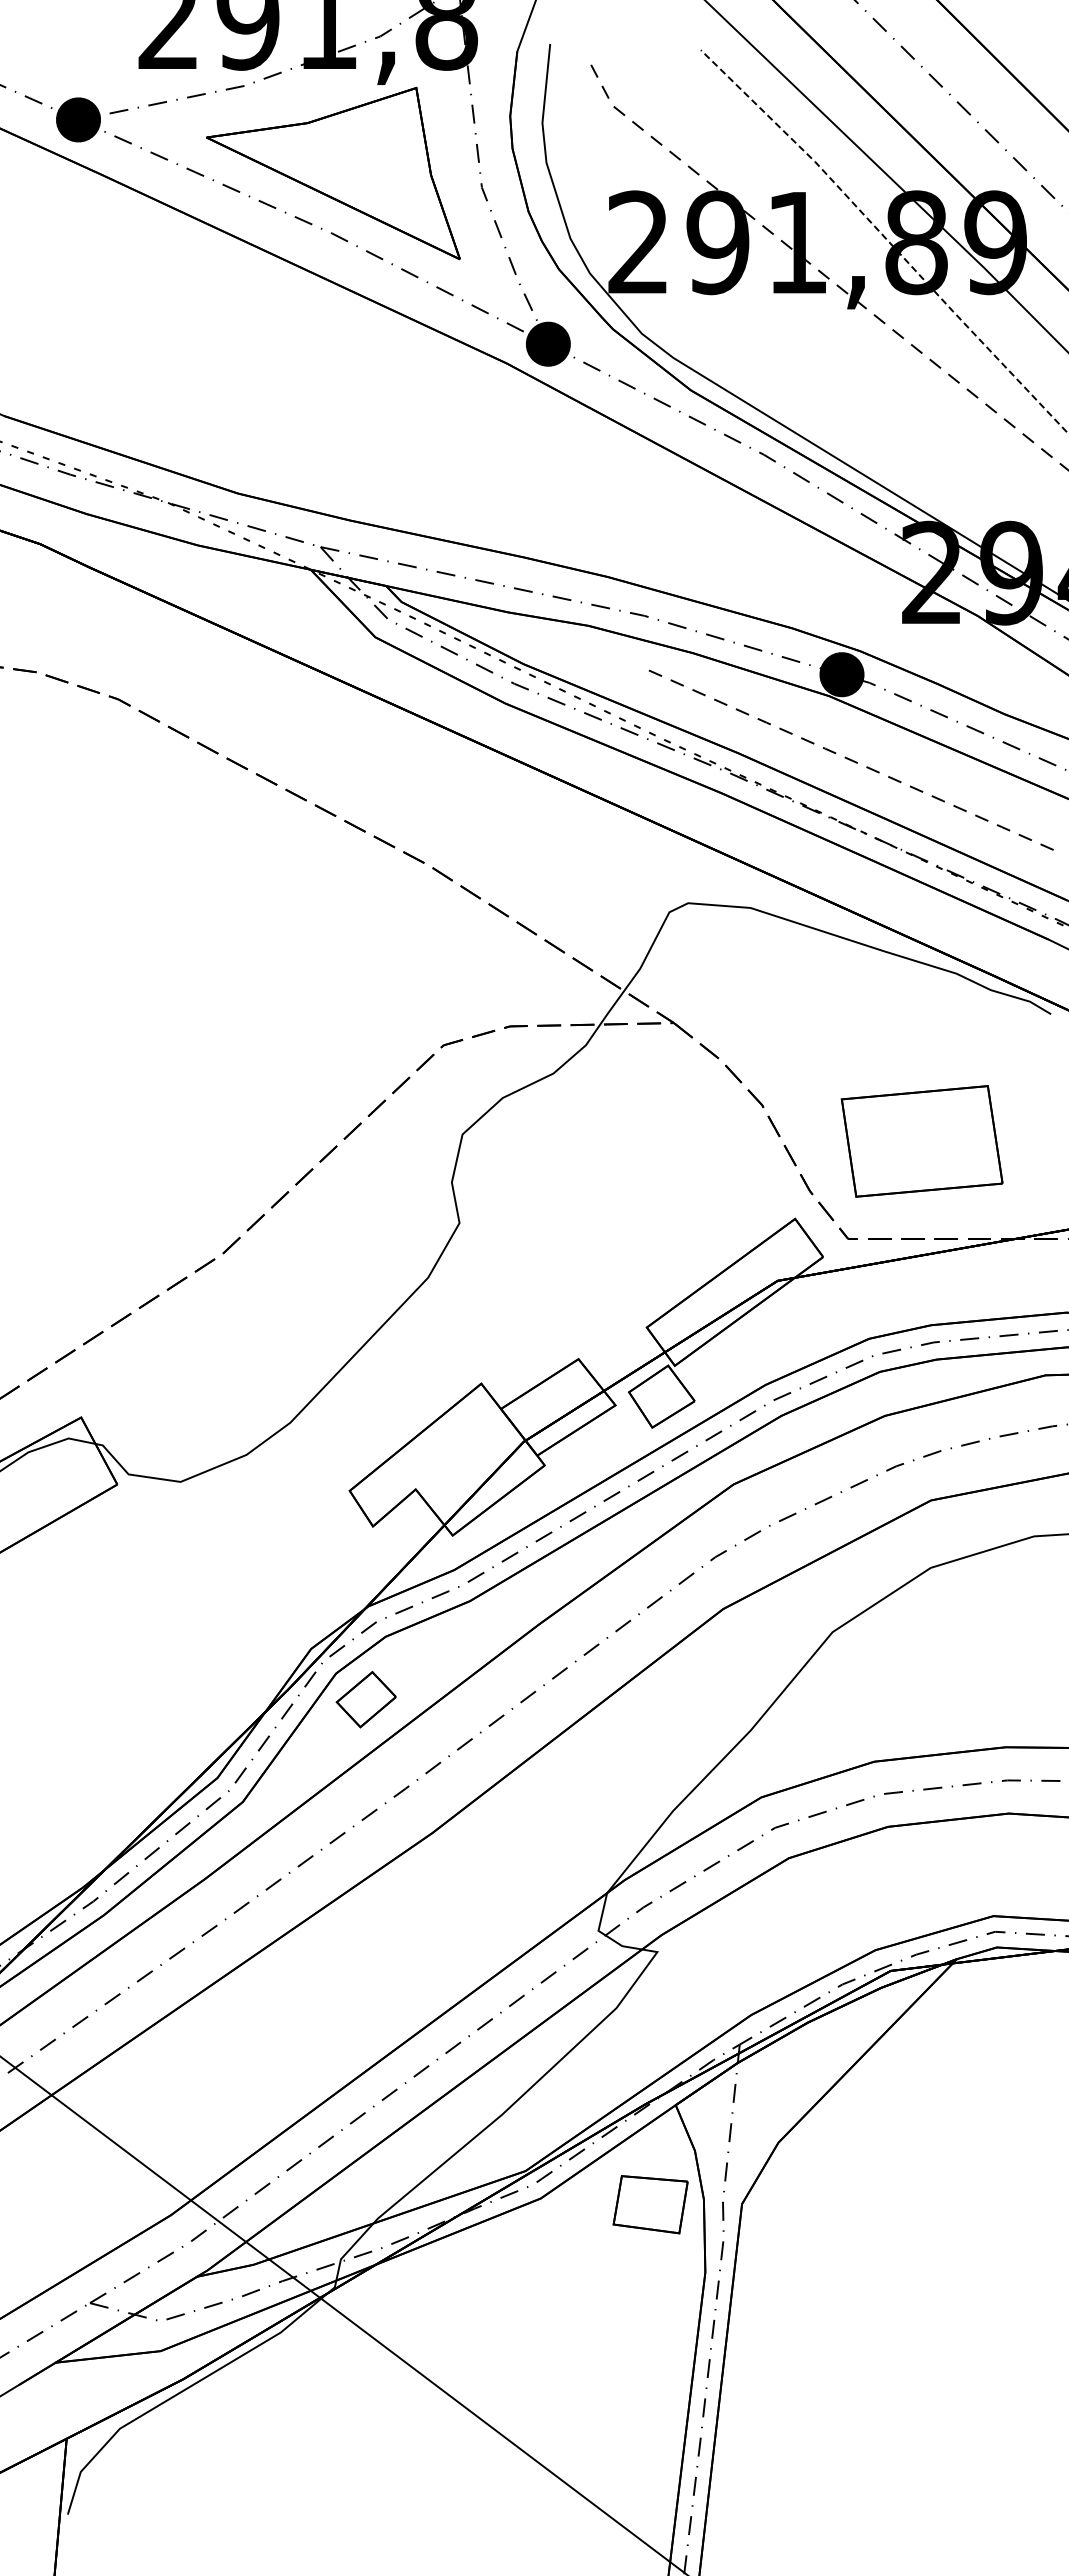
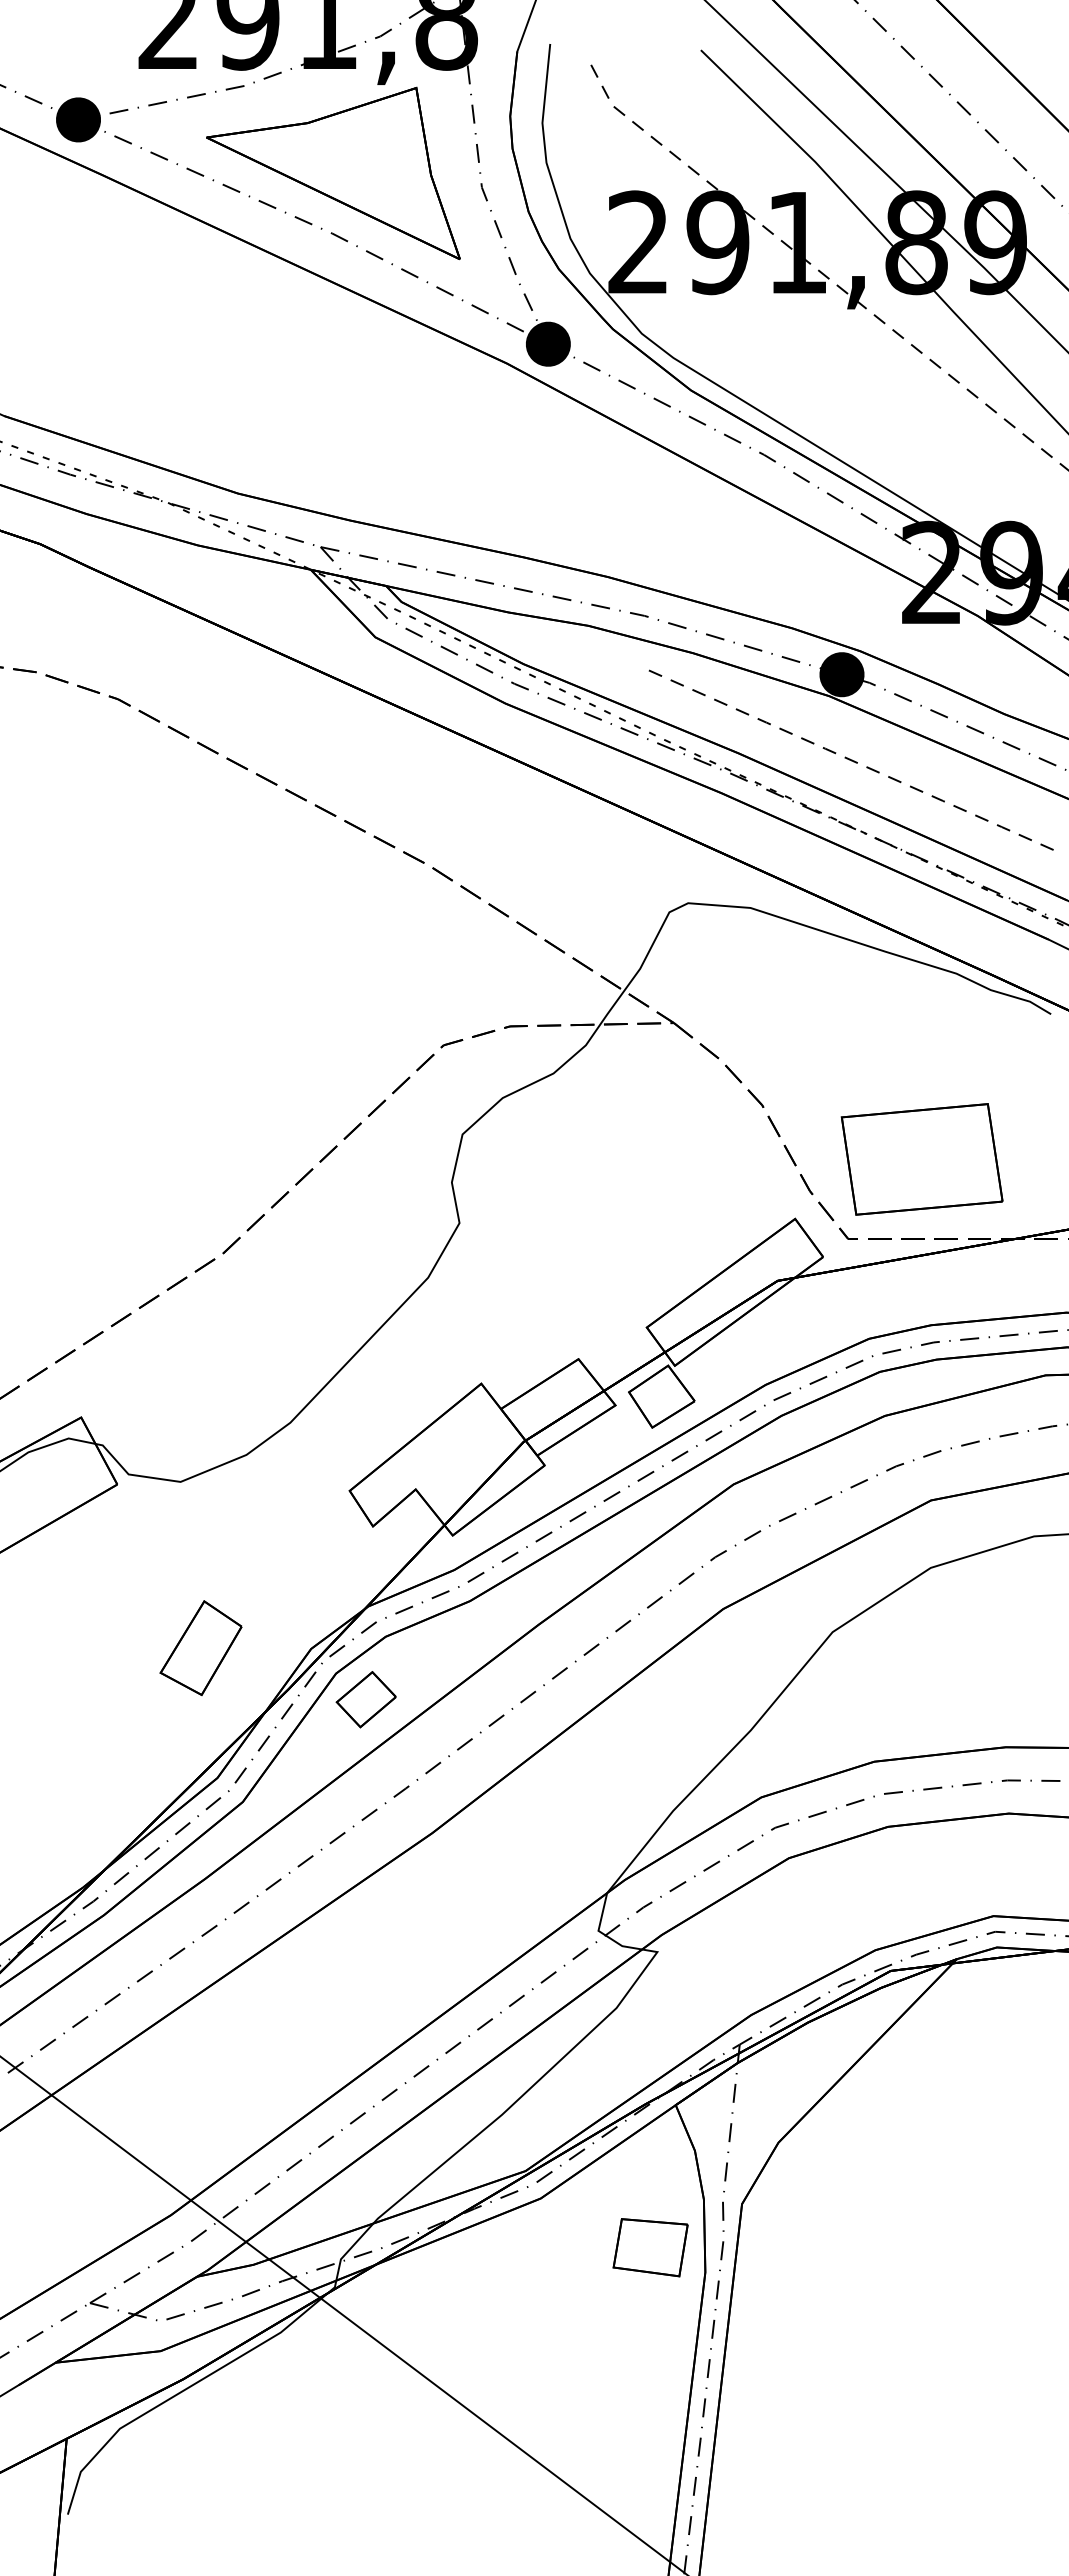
line at (887, 239): dashed -> solid
part at (921, 1141) position: (921, 1141) -> (921, 1159)
part at (200, 1647): none -> present
part at (650, 2204) position: (650, 2204) -> (650, 2247)
